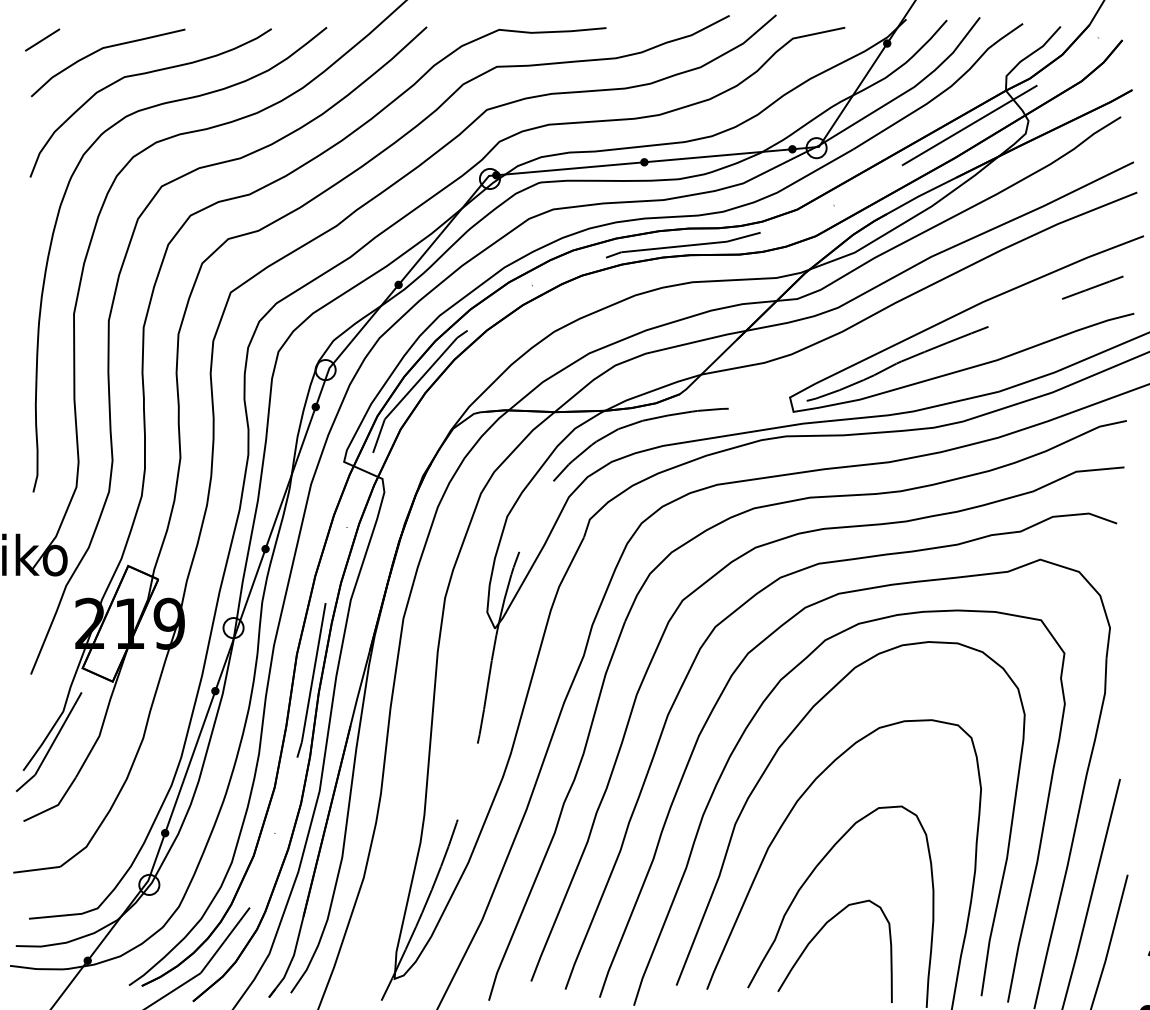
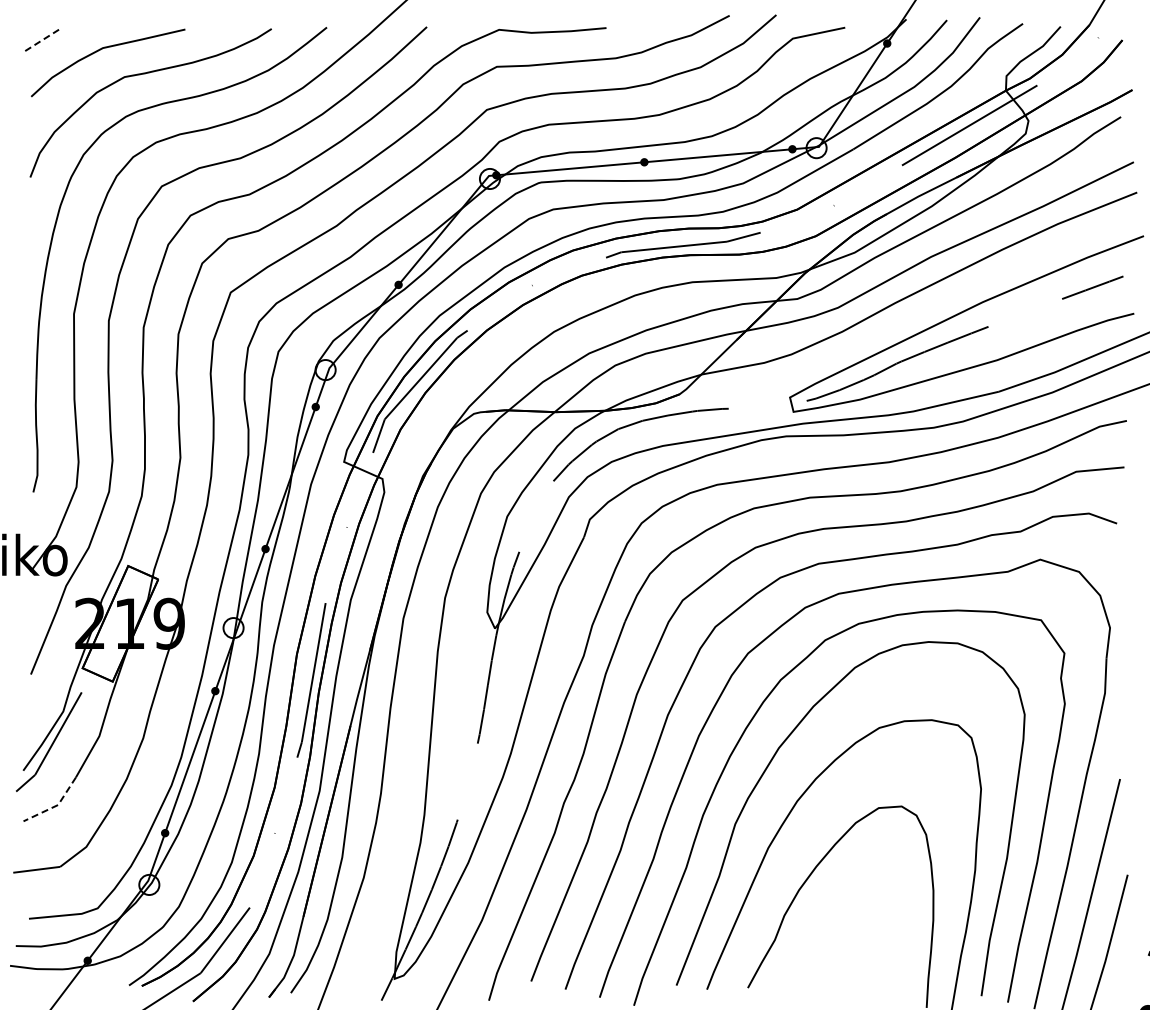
line at (42, 40): solid -> dashed
line at (55, 806): solid -> dashed
curve at (817, 935): present -> none
